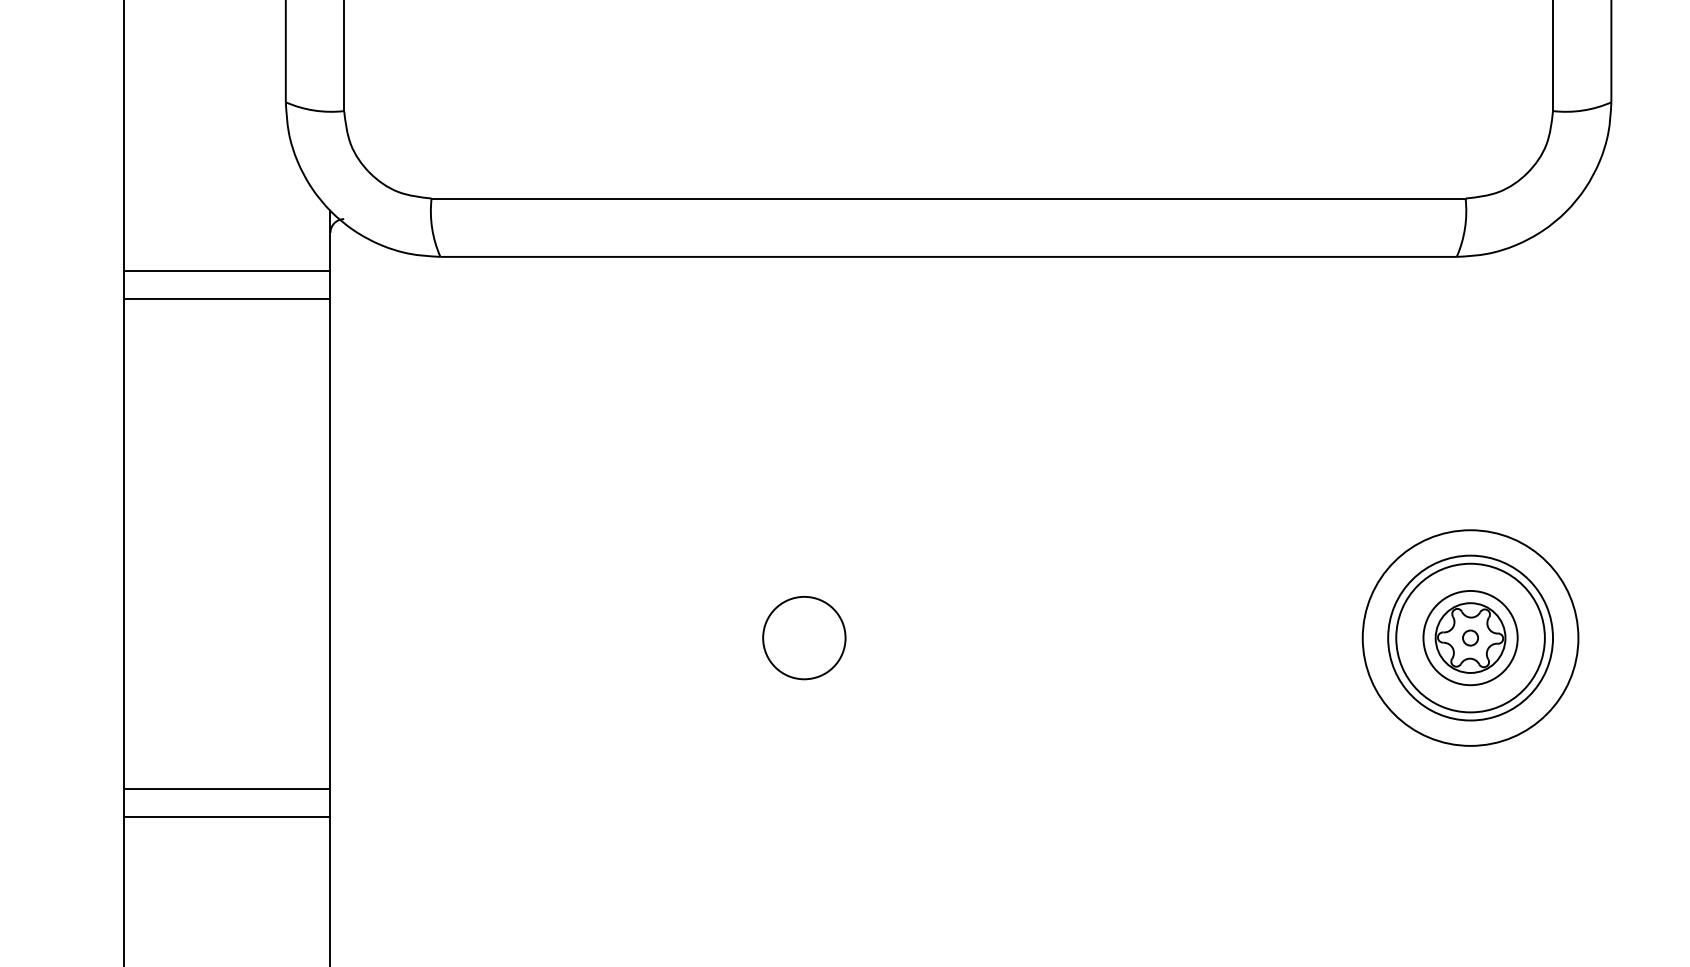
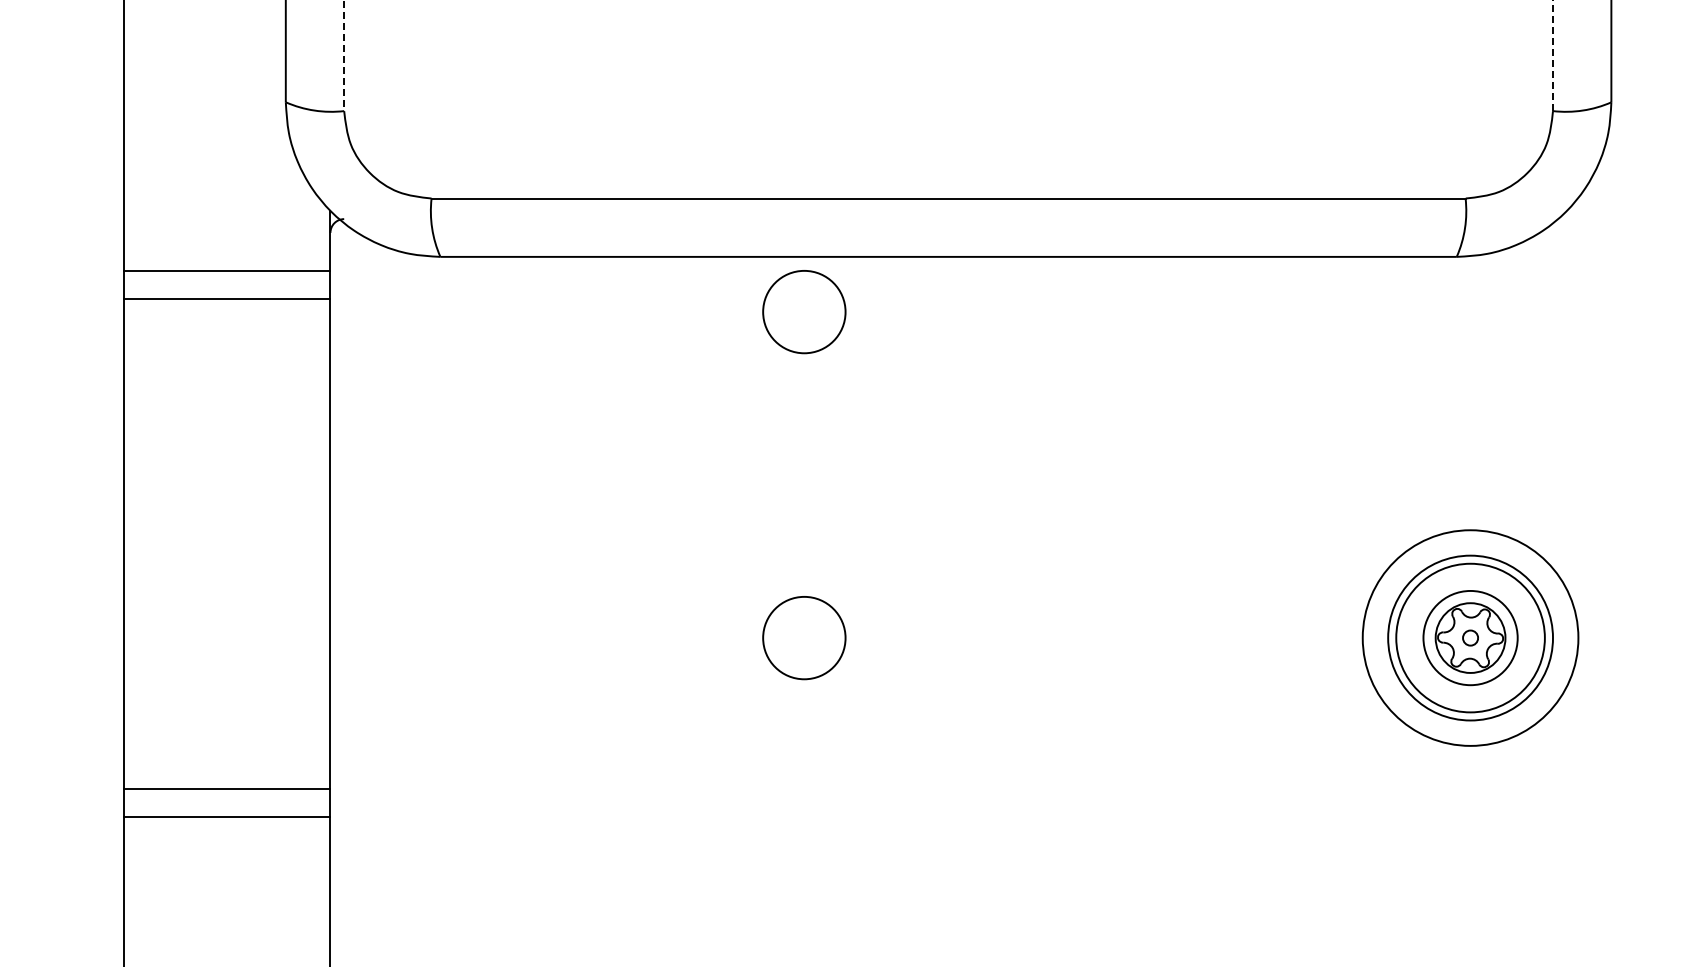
line at (1553, 55): solid -> dashed
line at (344, 56): solid -> dashed
circle at (804, 312): none -> present
